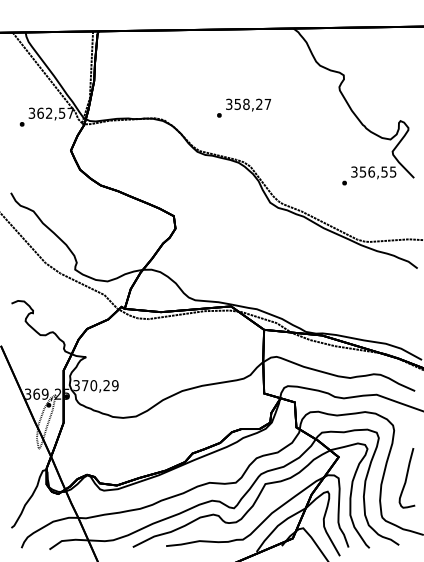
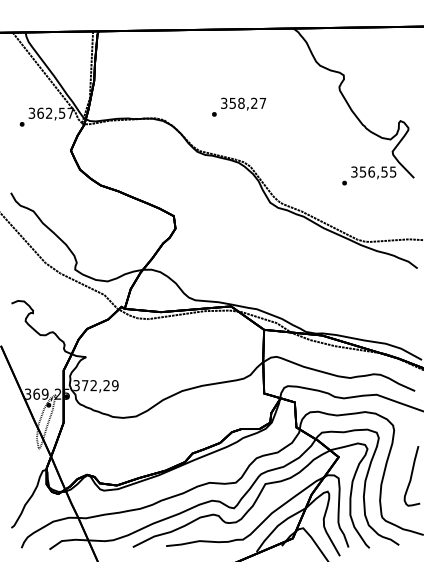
text at (244, 107) position: (244, 107) -> (239, 106)
text at (93, 385): 370,29 -> 372,29
curve at (406, 478) position: (406, 478) -> (411, 476)
